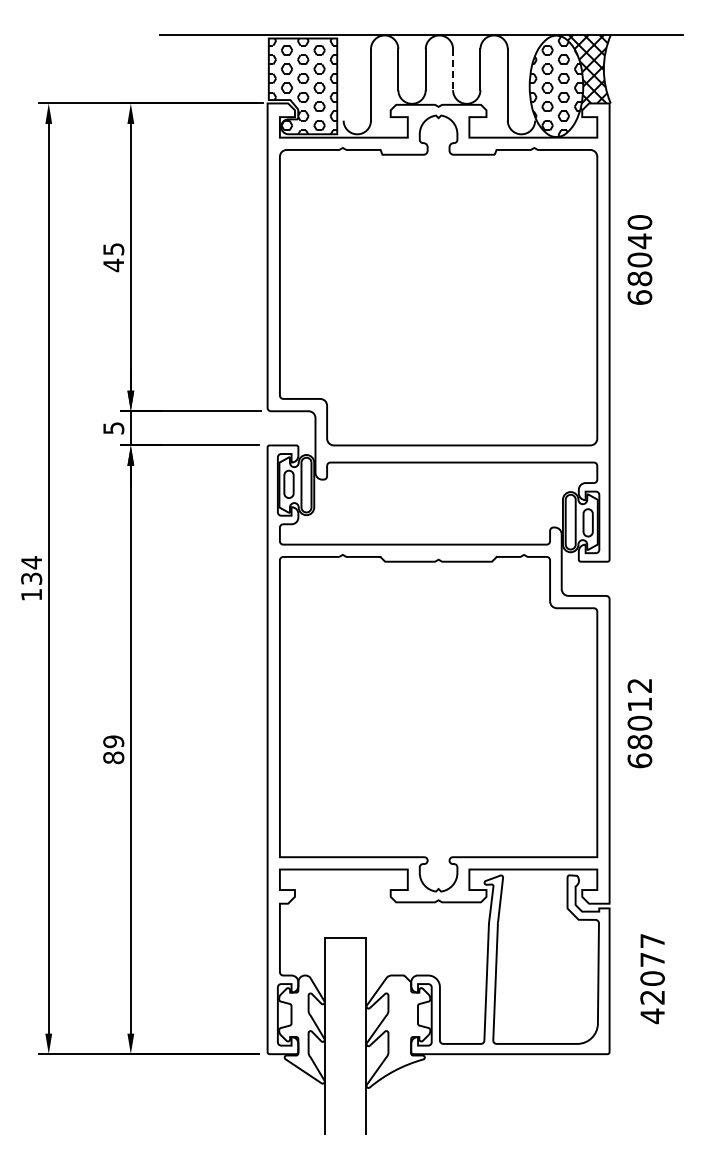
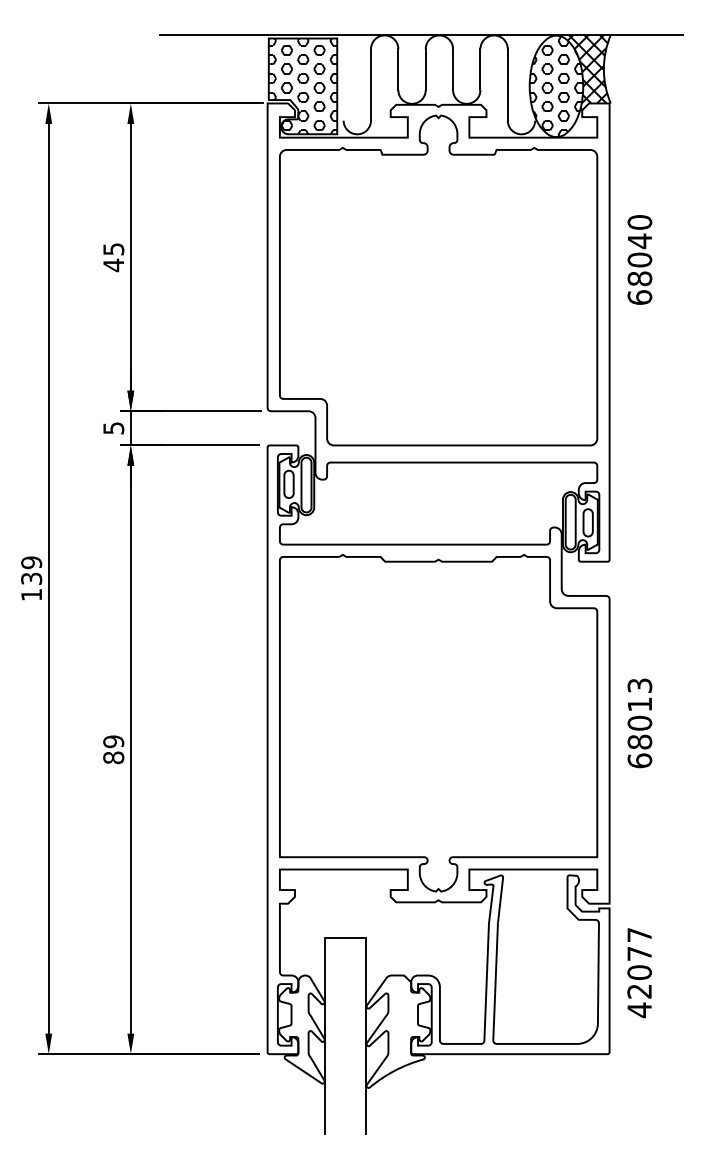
line at (453, 69): dashed -> solid
text at (31, 562): 134 -> 139
text at (639, 685): 68012 -> 68013
text at (652, 979) position: (652, 979) -> (639, 973)
